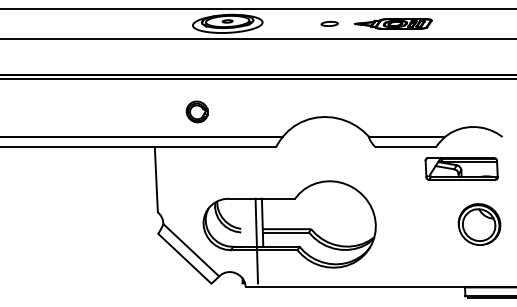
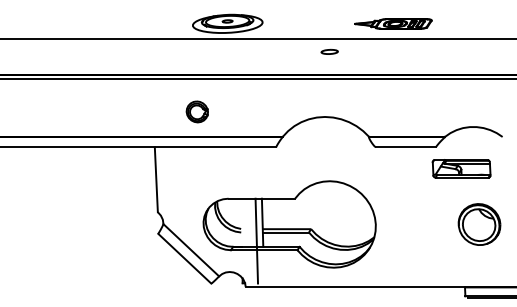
line at (257, 9): present -> none
part at (329, 23) position: (329, 23) -> (329, 51)
part at (461, 168) size: 75x25 px -> 61x20 px
